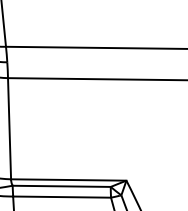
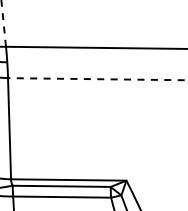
line at (3, 22): solid -> dashed
line at (97, 79): solid -> dashed
